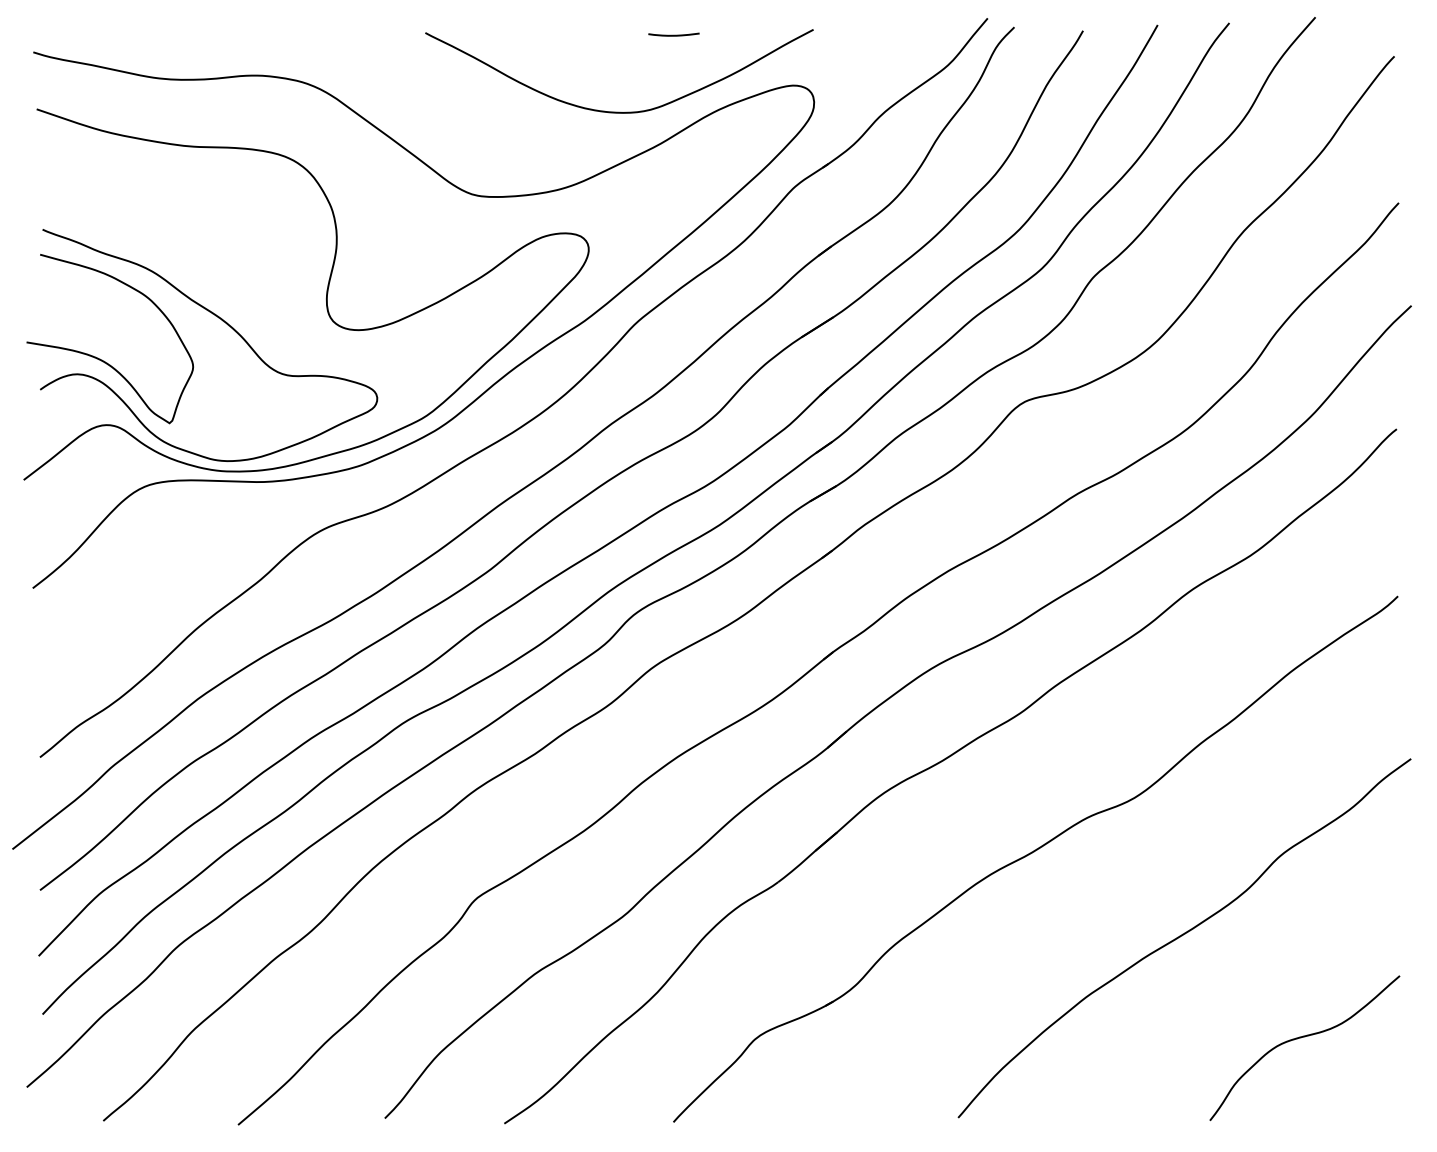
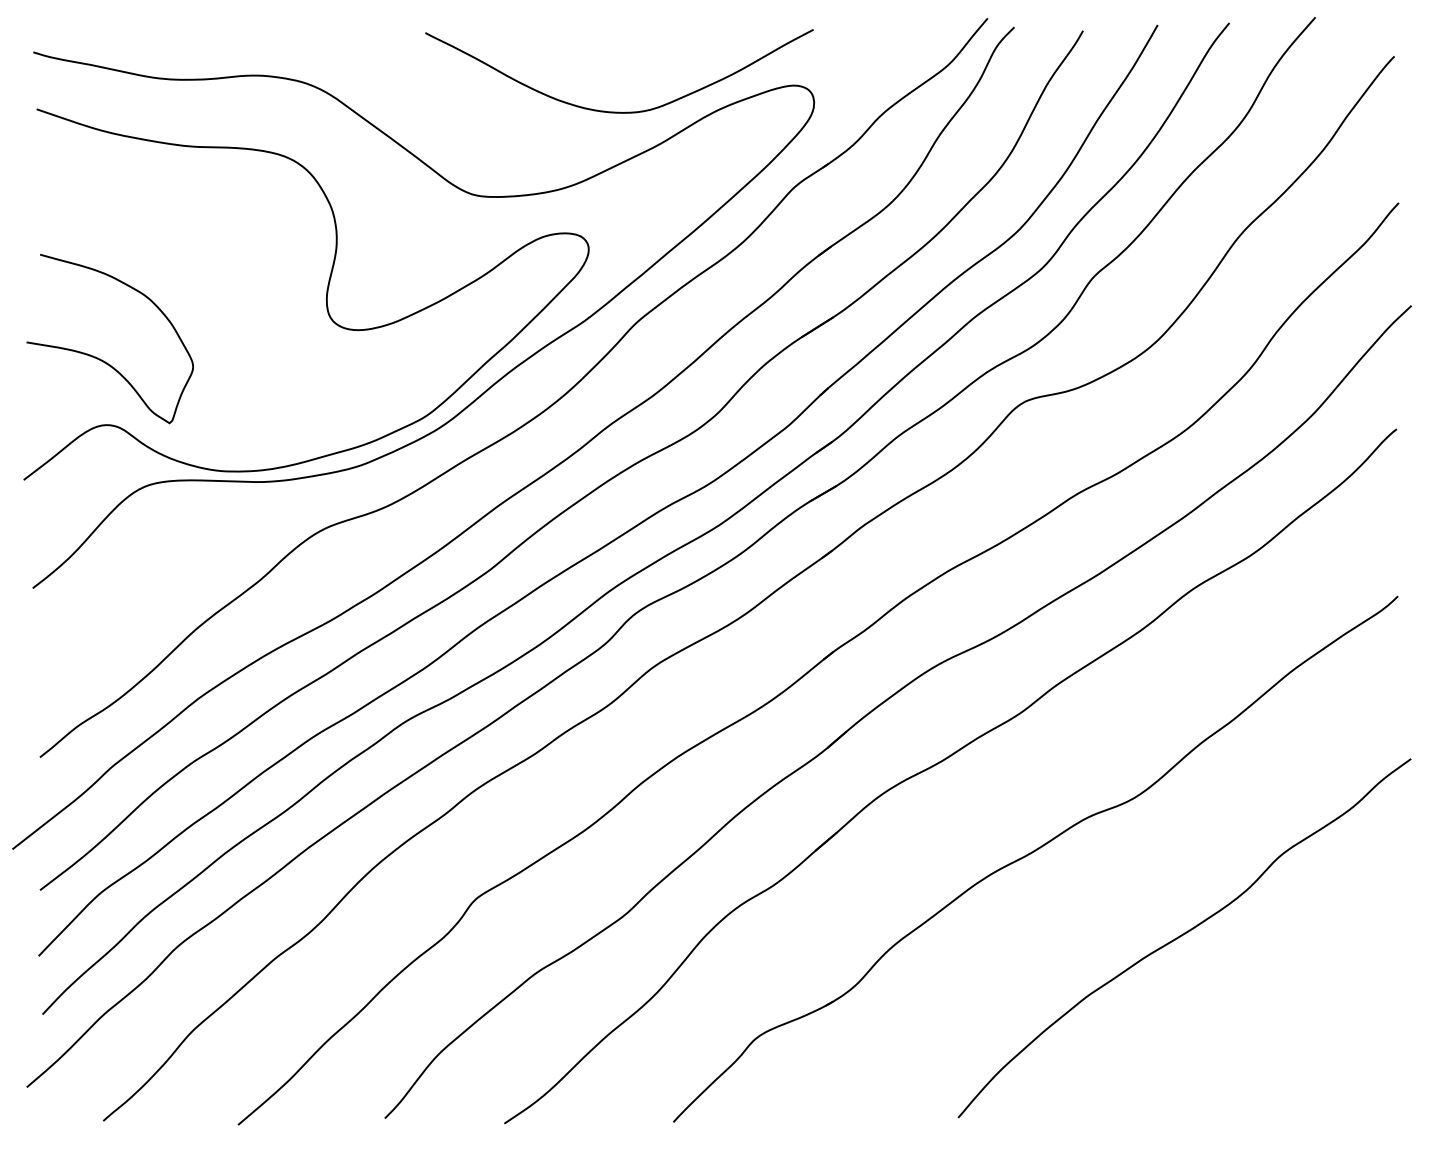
curve at (673, 34): present -> none
curve at (227, 325): present -> none
curve at (1301, 1038): present -> none
